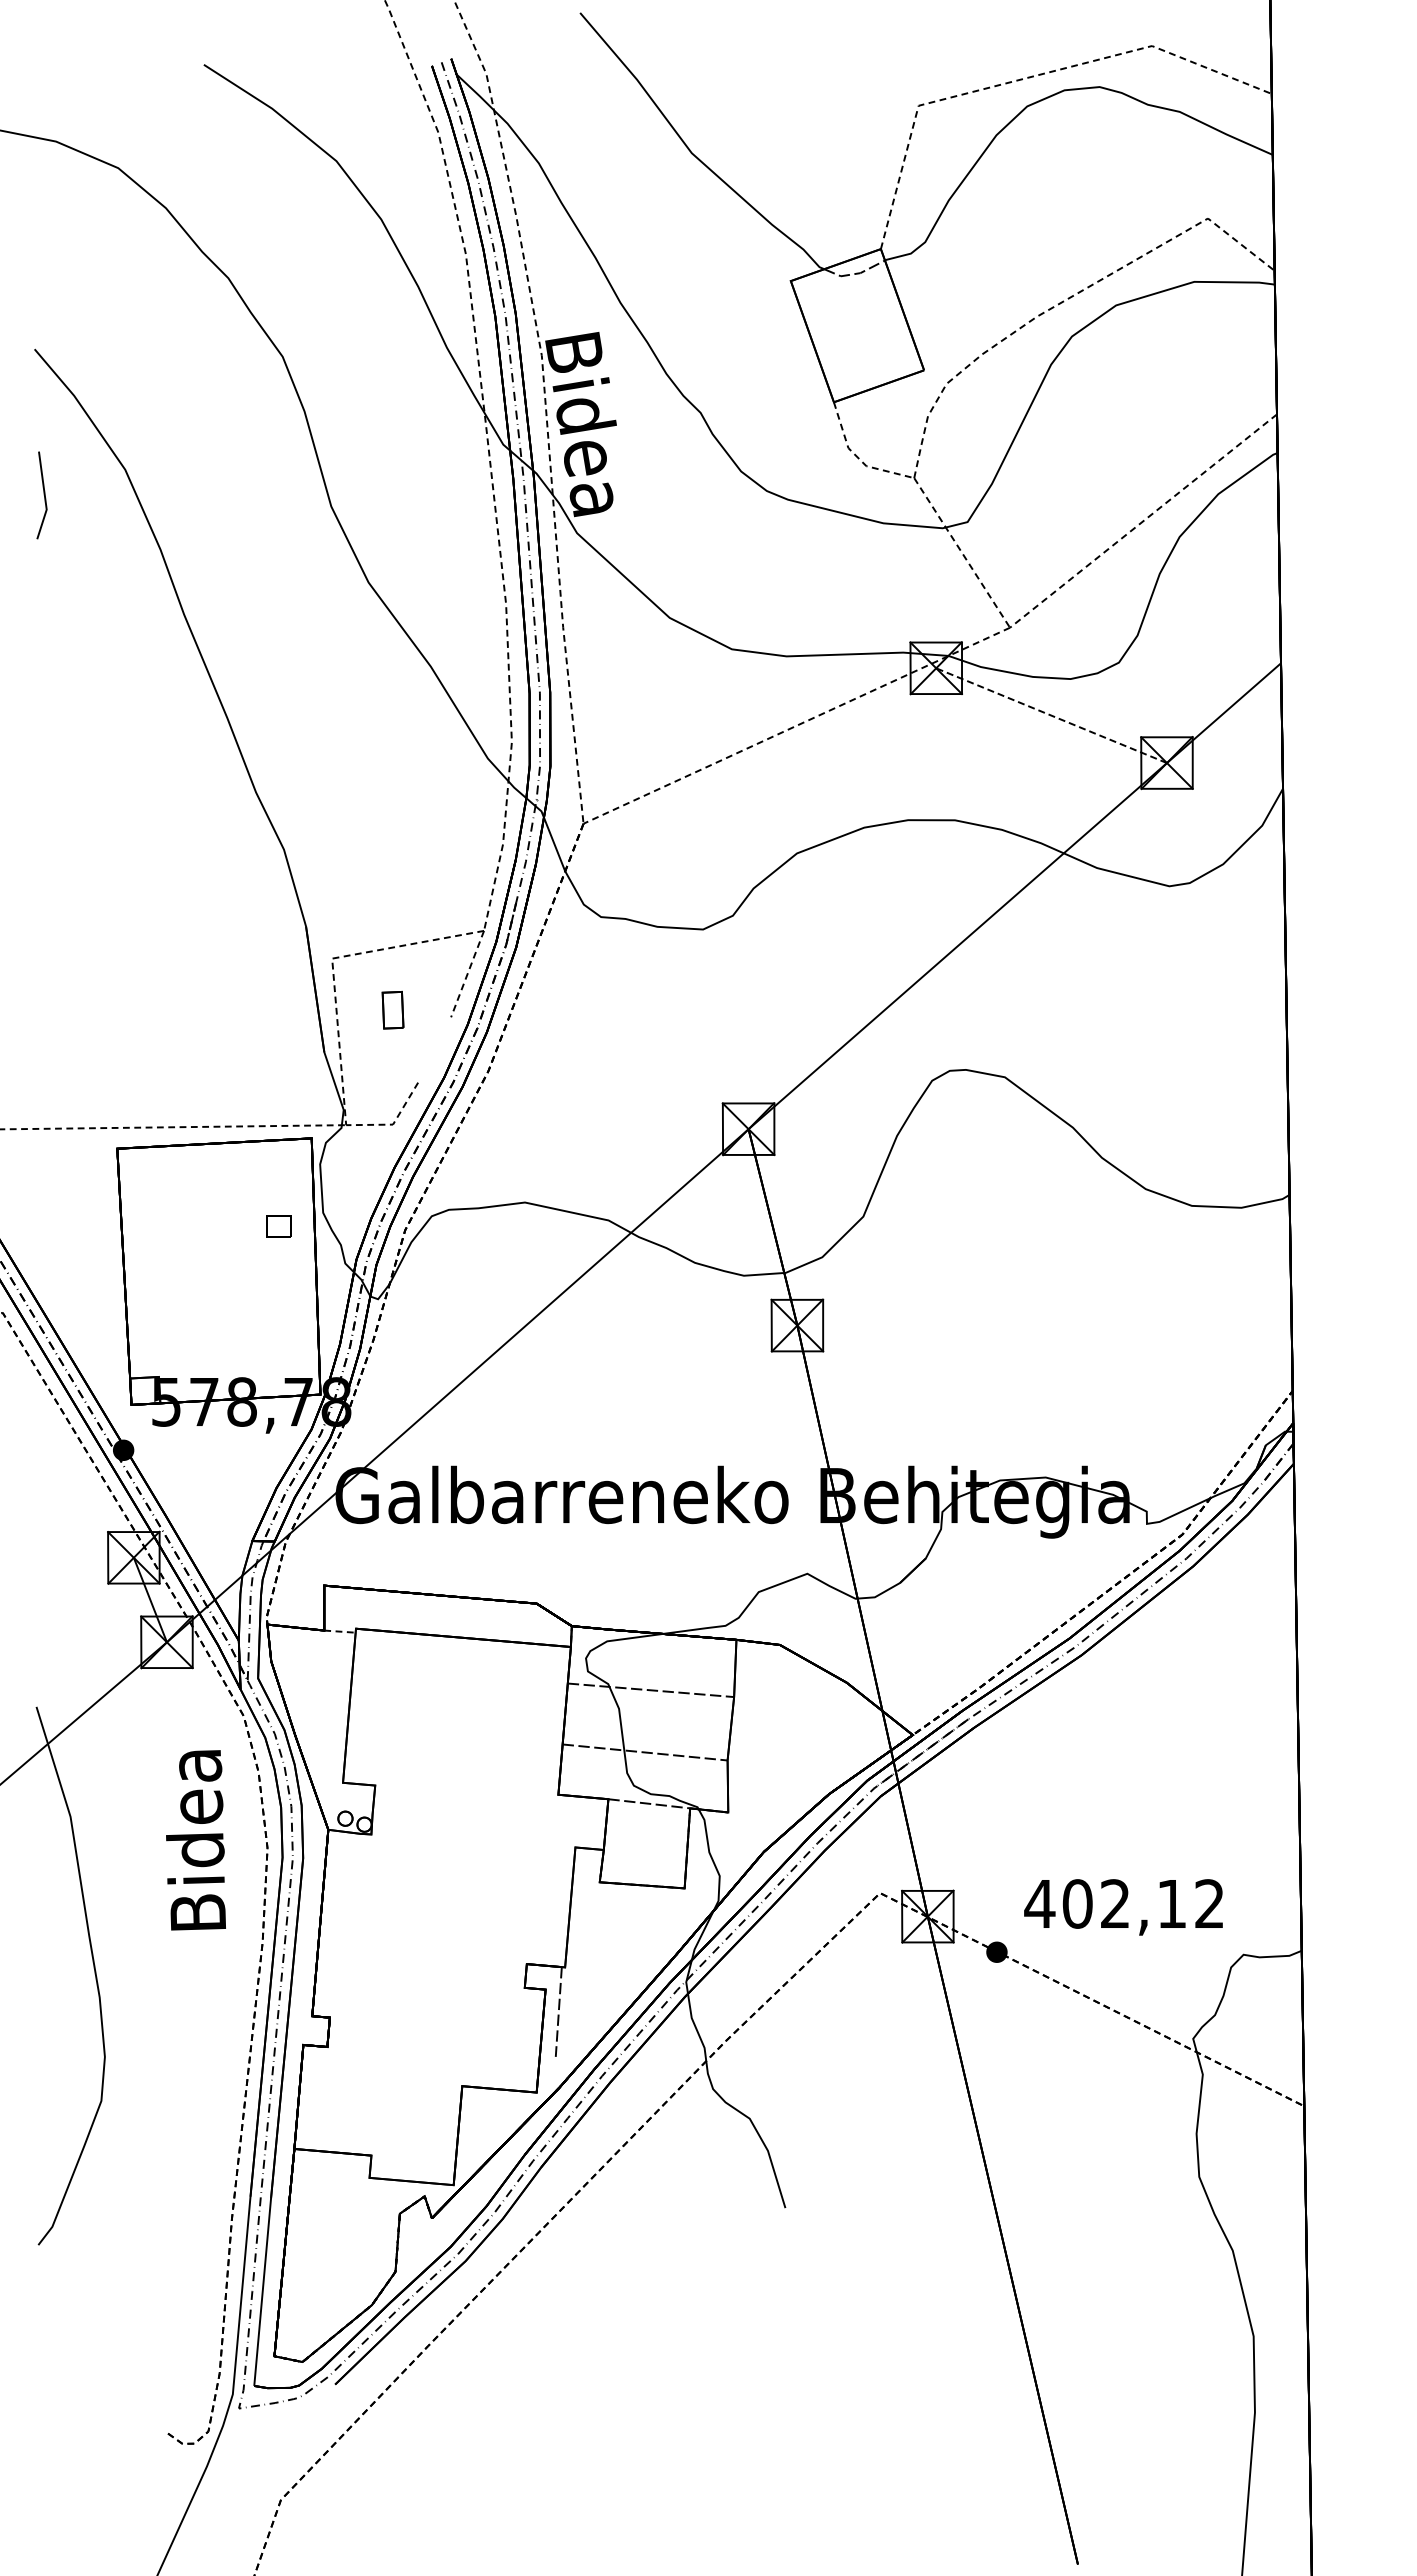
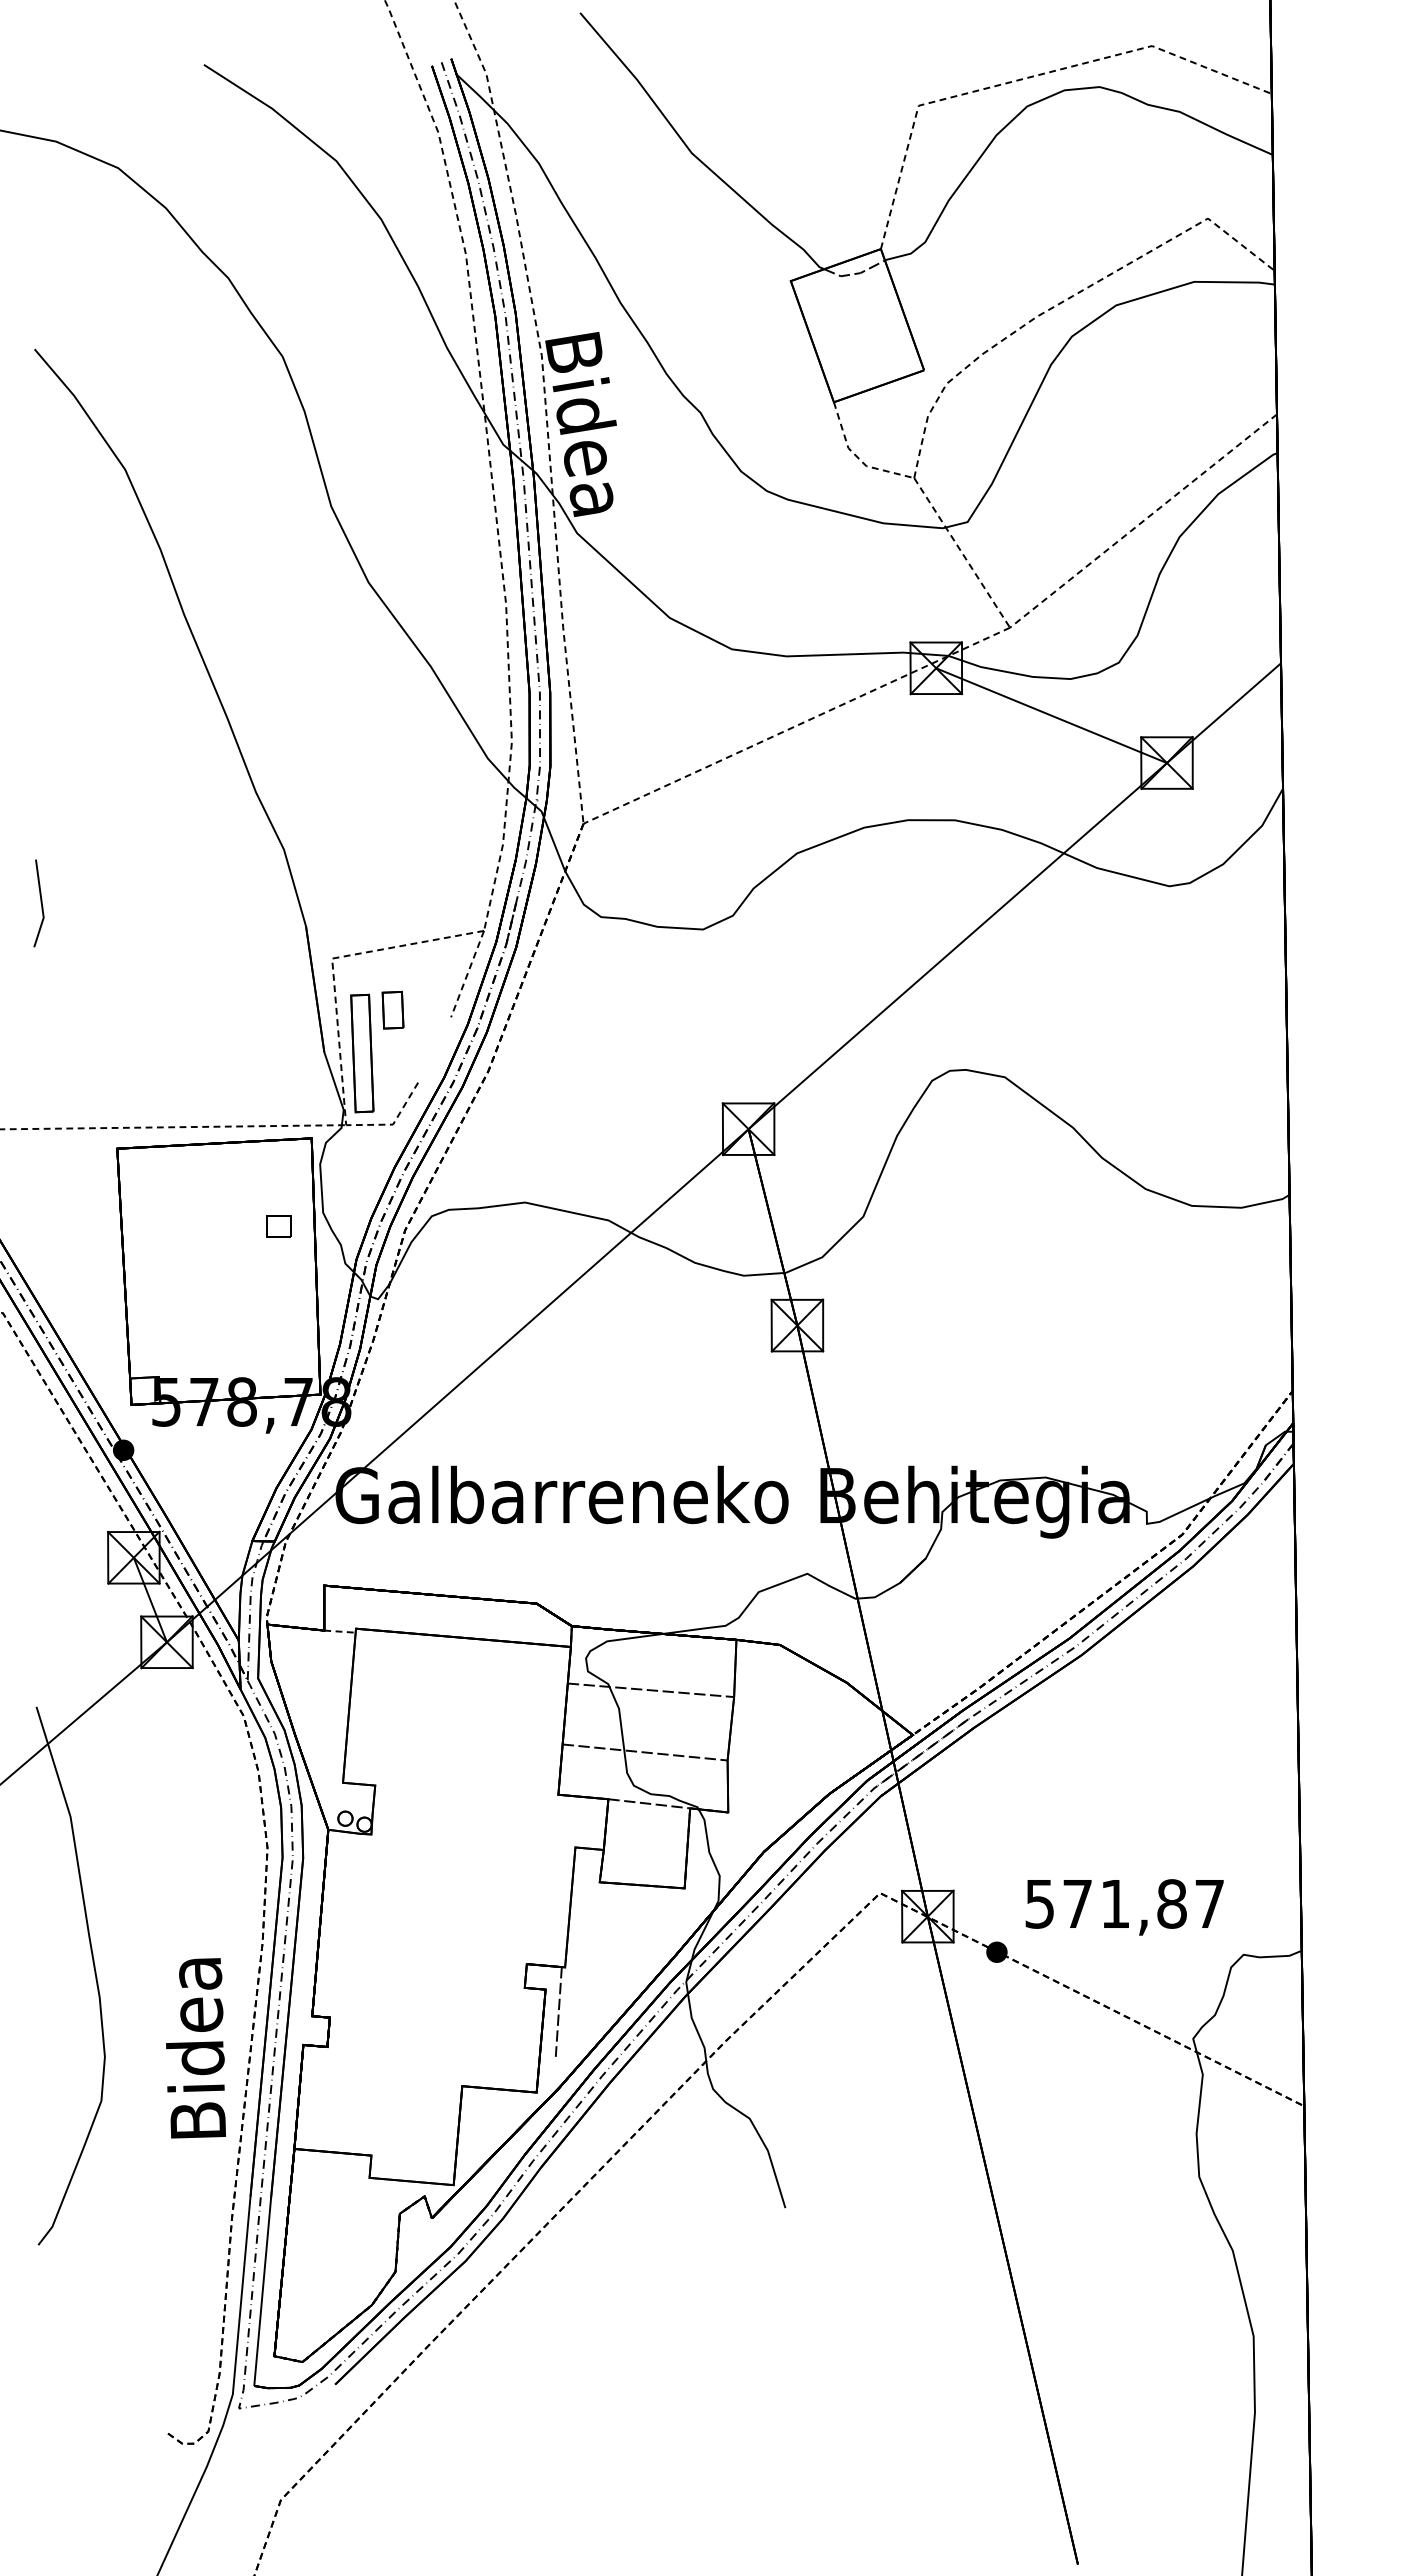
line at (43, 495) position: (43, 495) -> (40, 903)
line at (1051, 715): dashed -> solid
part at (362, 1053): none -> present
text at (195, 1840) position: (195, 1840) -> (195, 2048)
text at (1123, 1903): 402,12 -> 571,87
